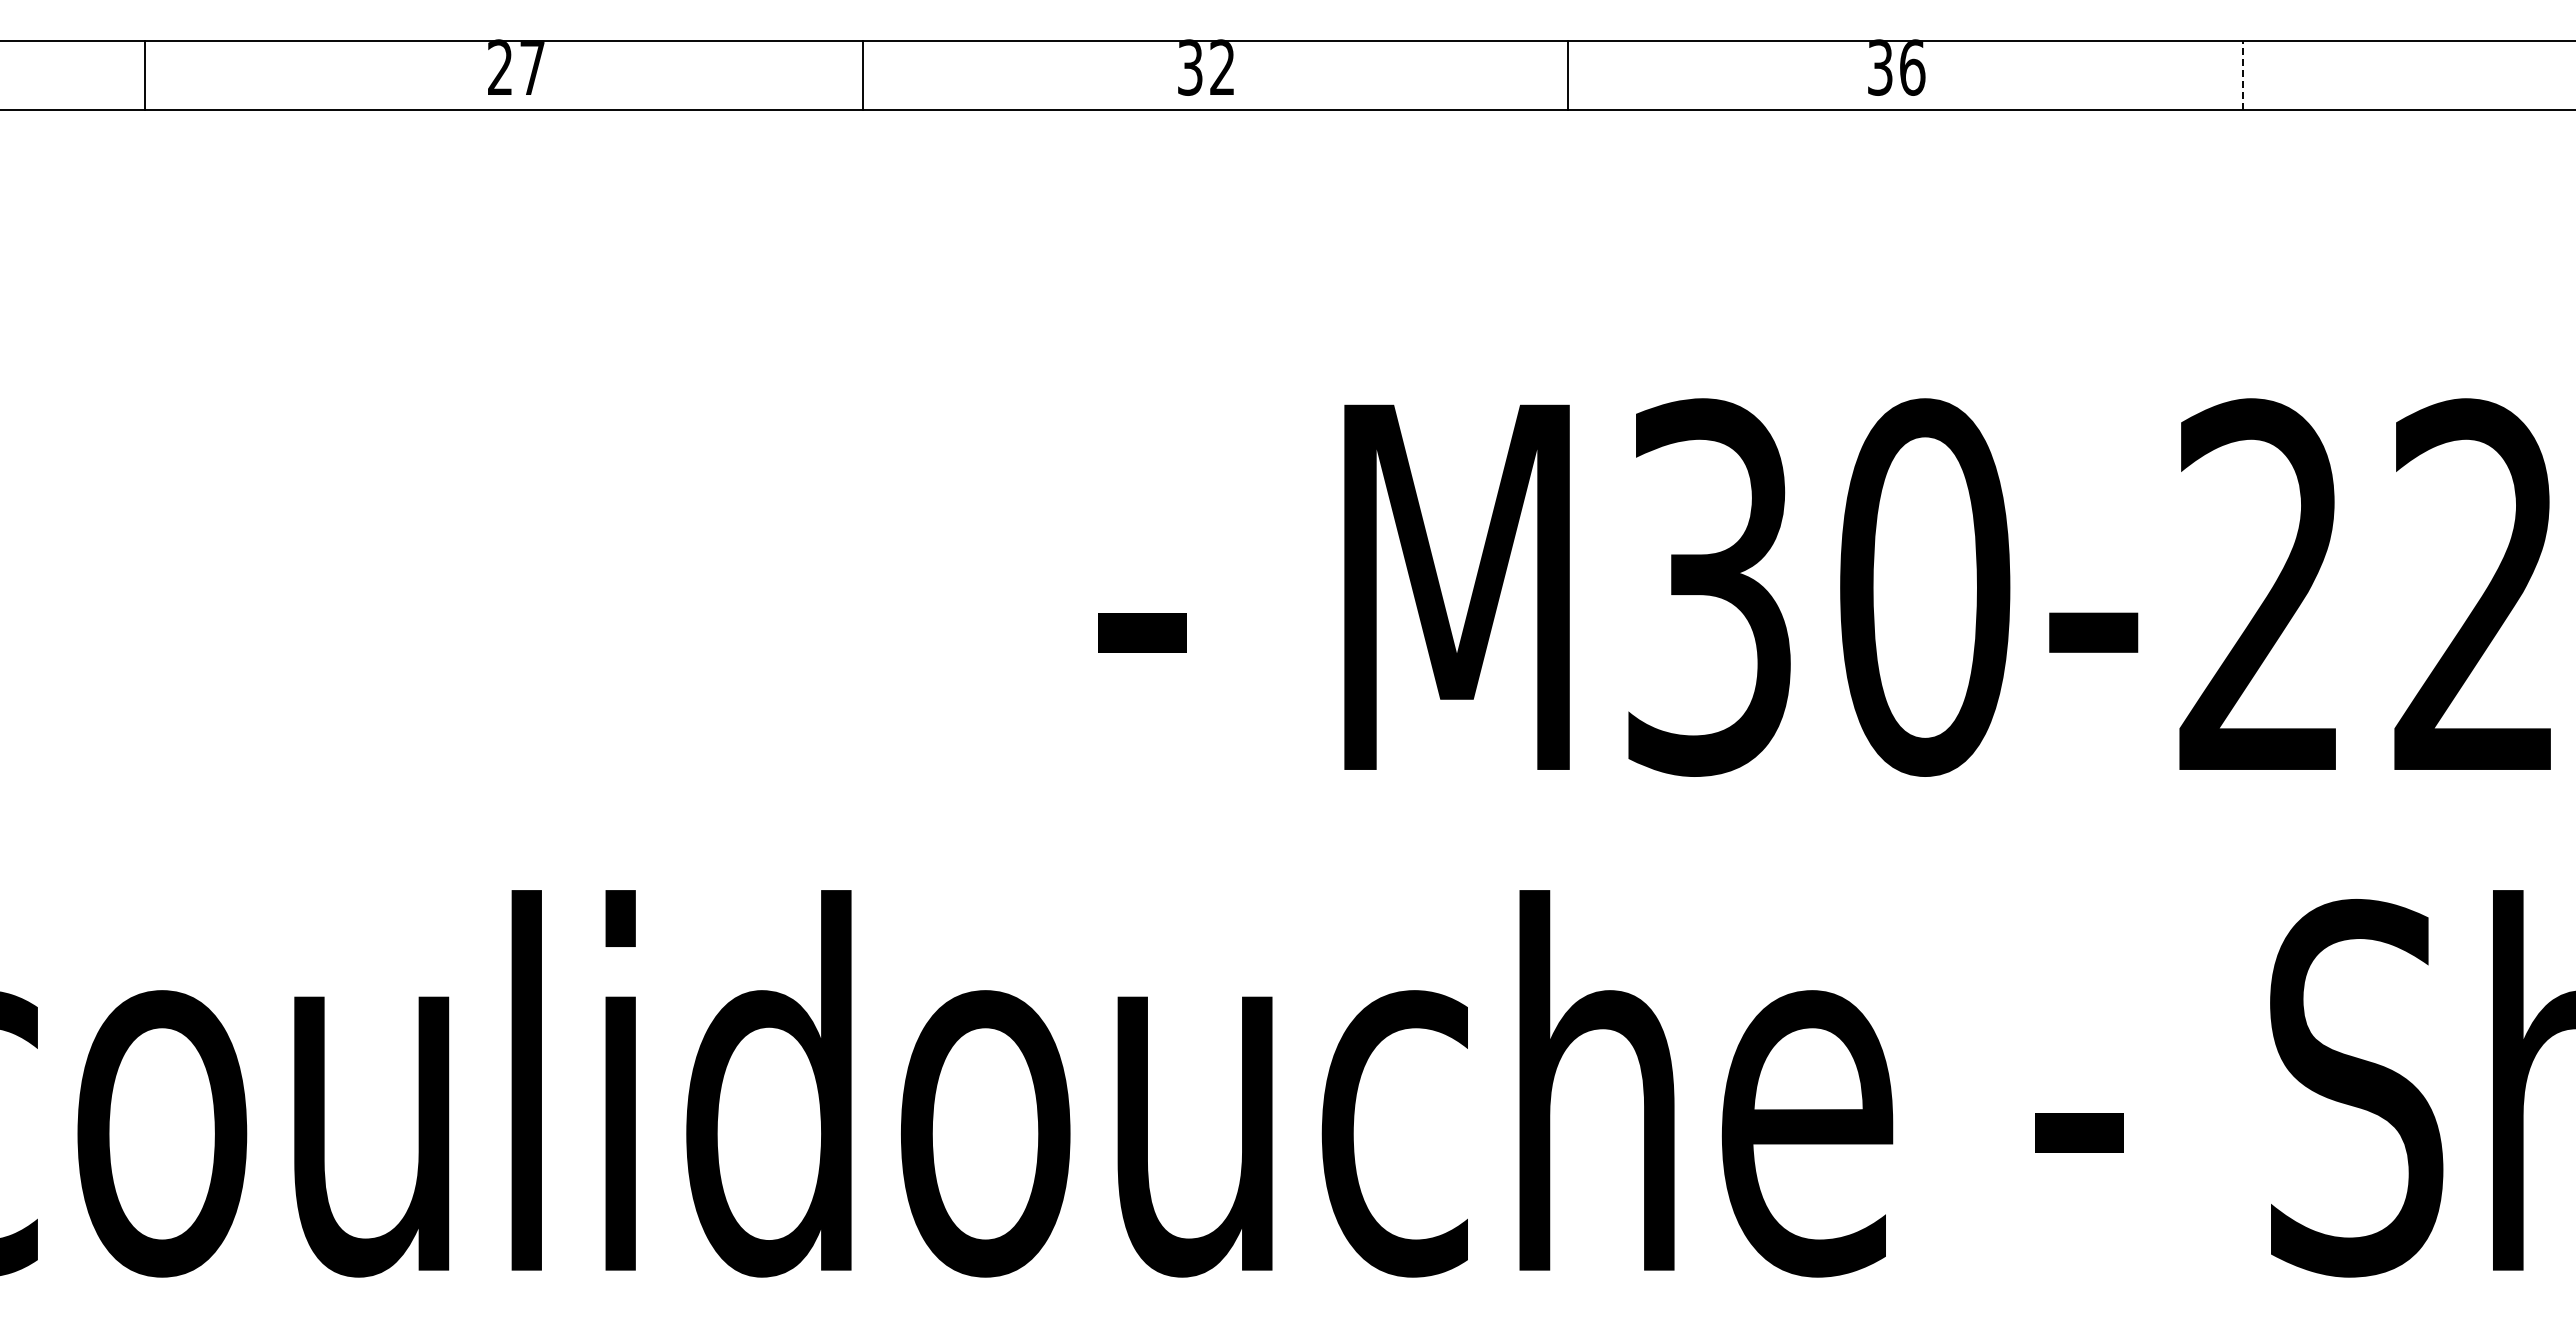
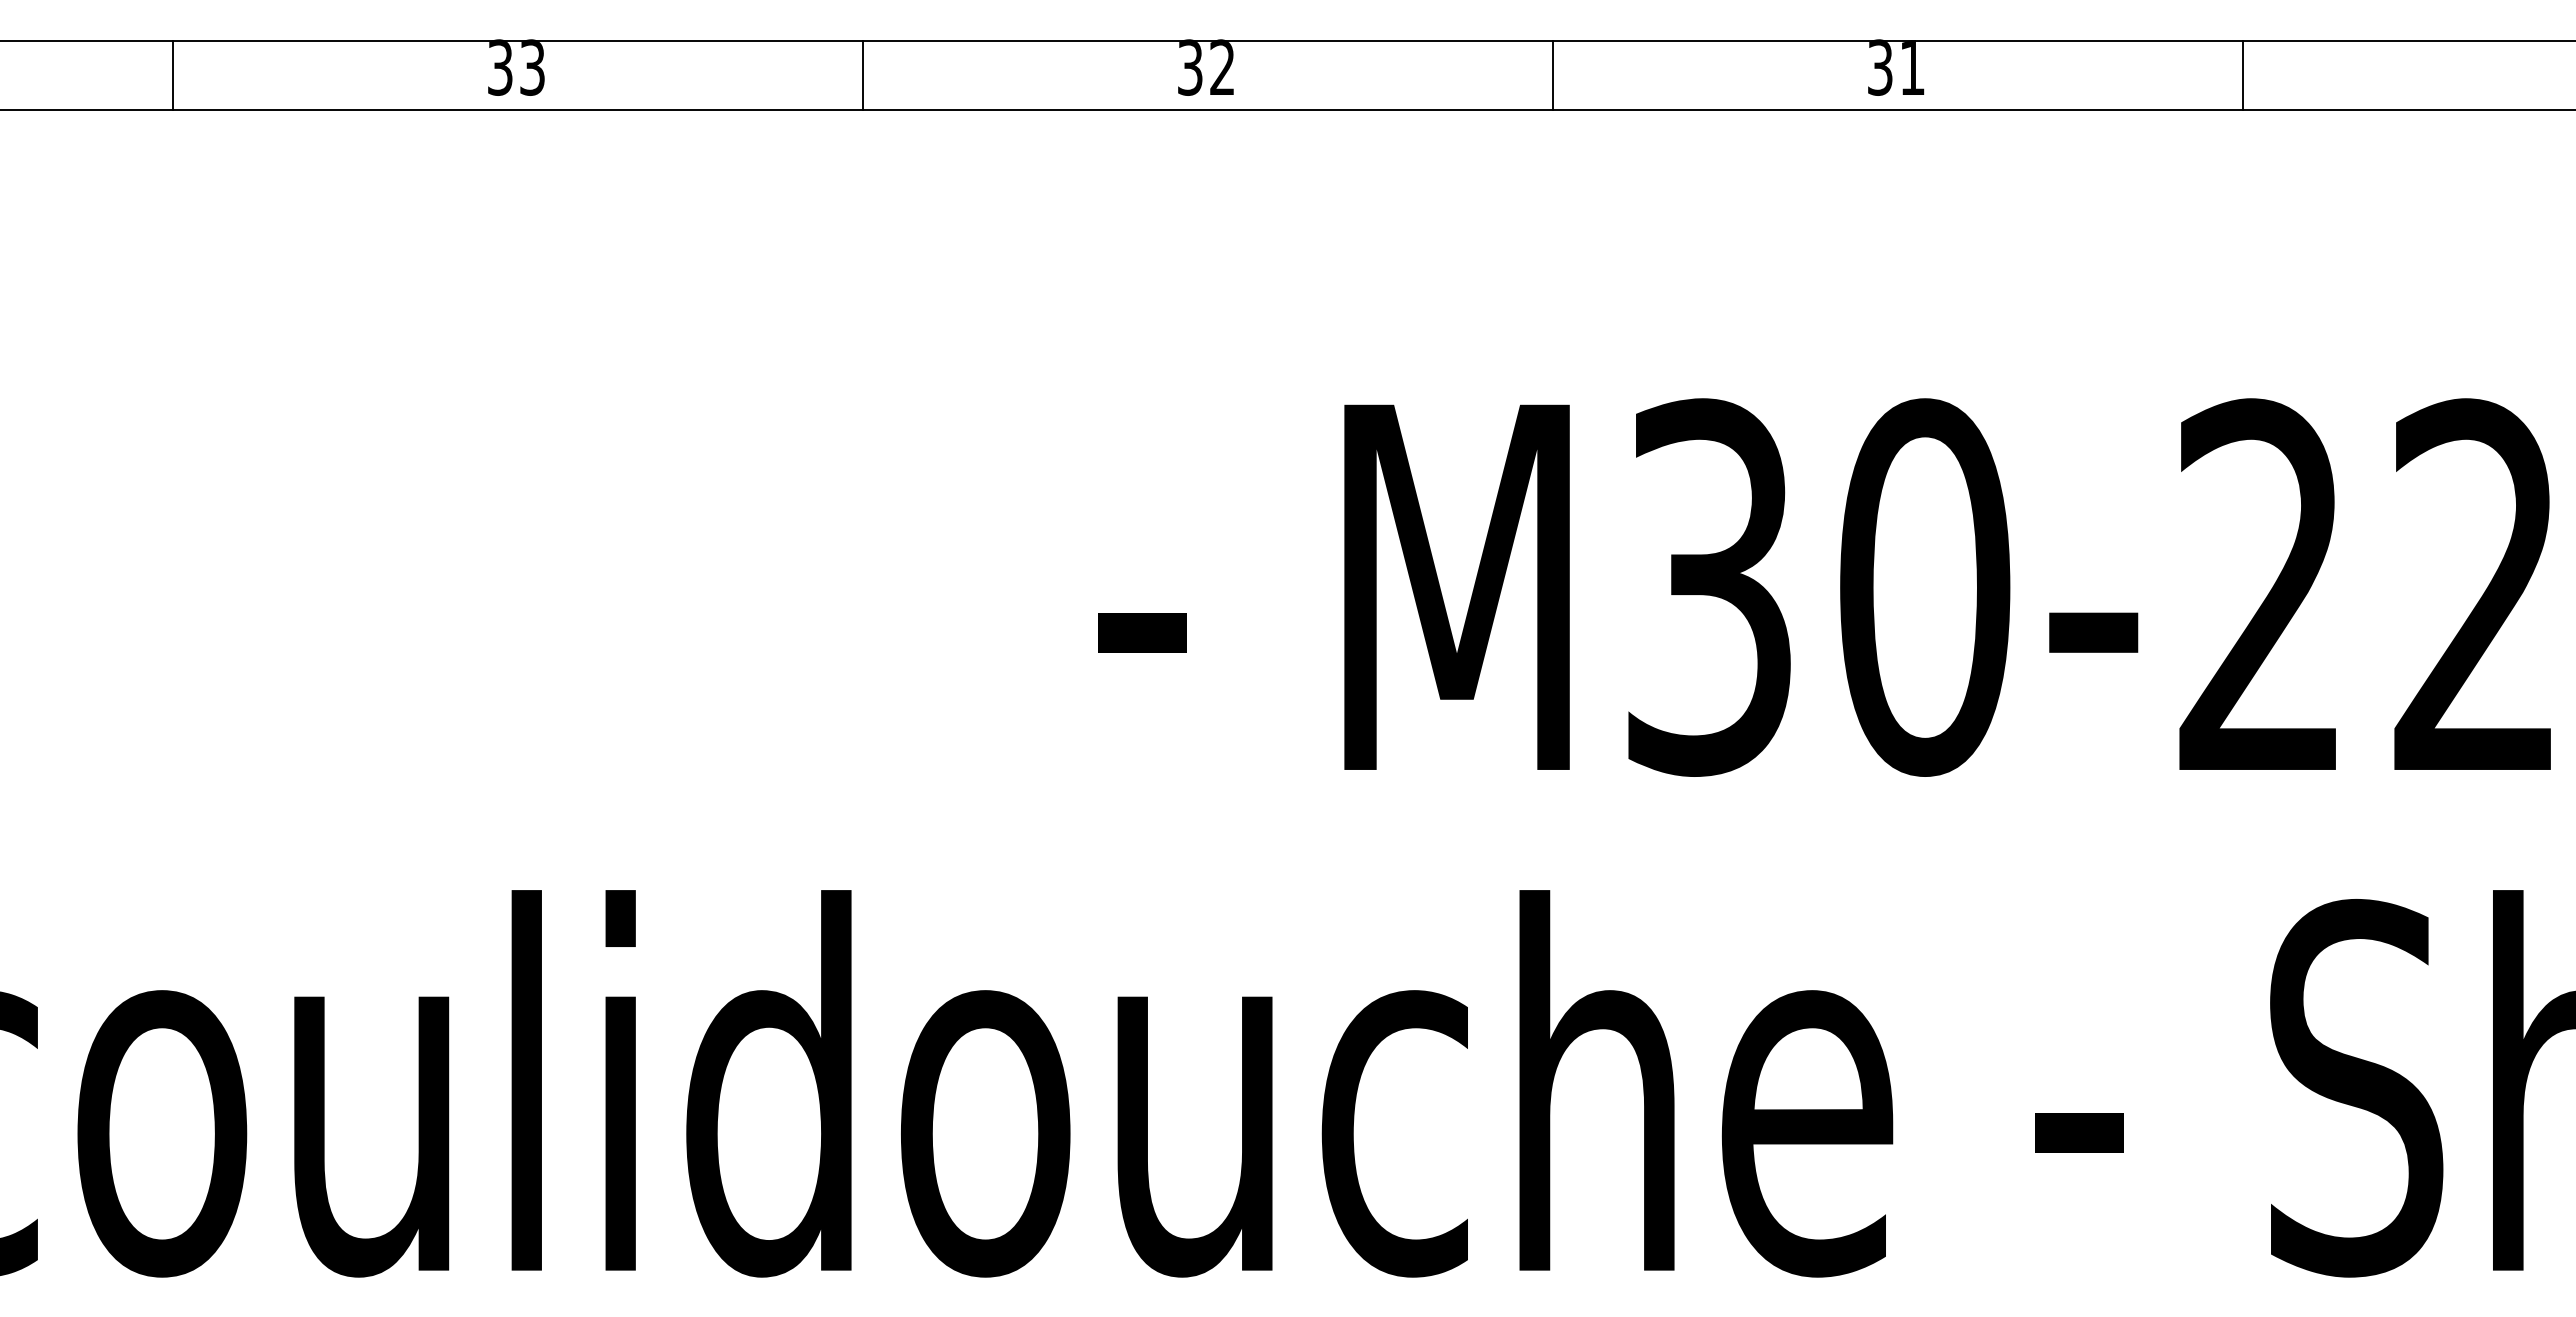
text at (516, 67): 27 -> 33
text at (1912, 67): 36 -> 31
line at (144, 75) position: (144, 75) -> (172, 75)
line at (1567, 75) position: (1567, 75) -> (1552, 75)
line at (2242, 75): dashed -> solid
